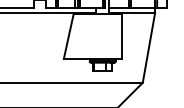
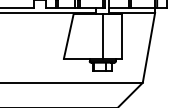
line at (103, 36): none -> present
